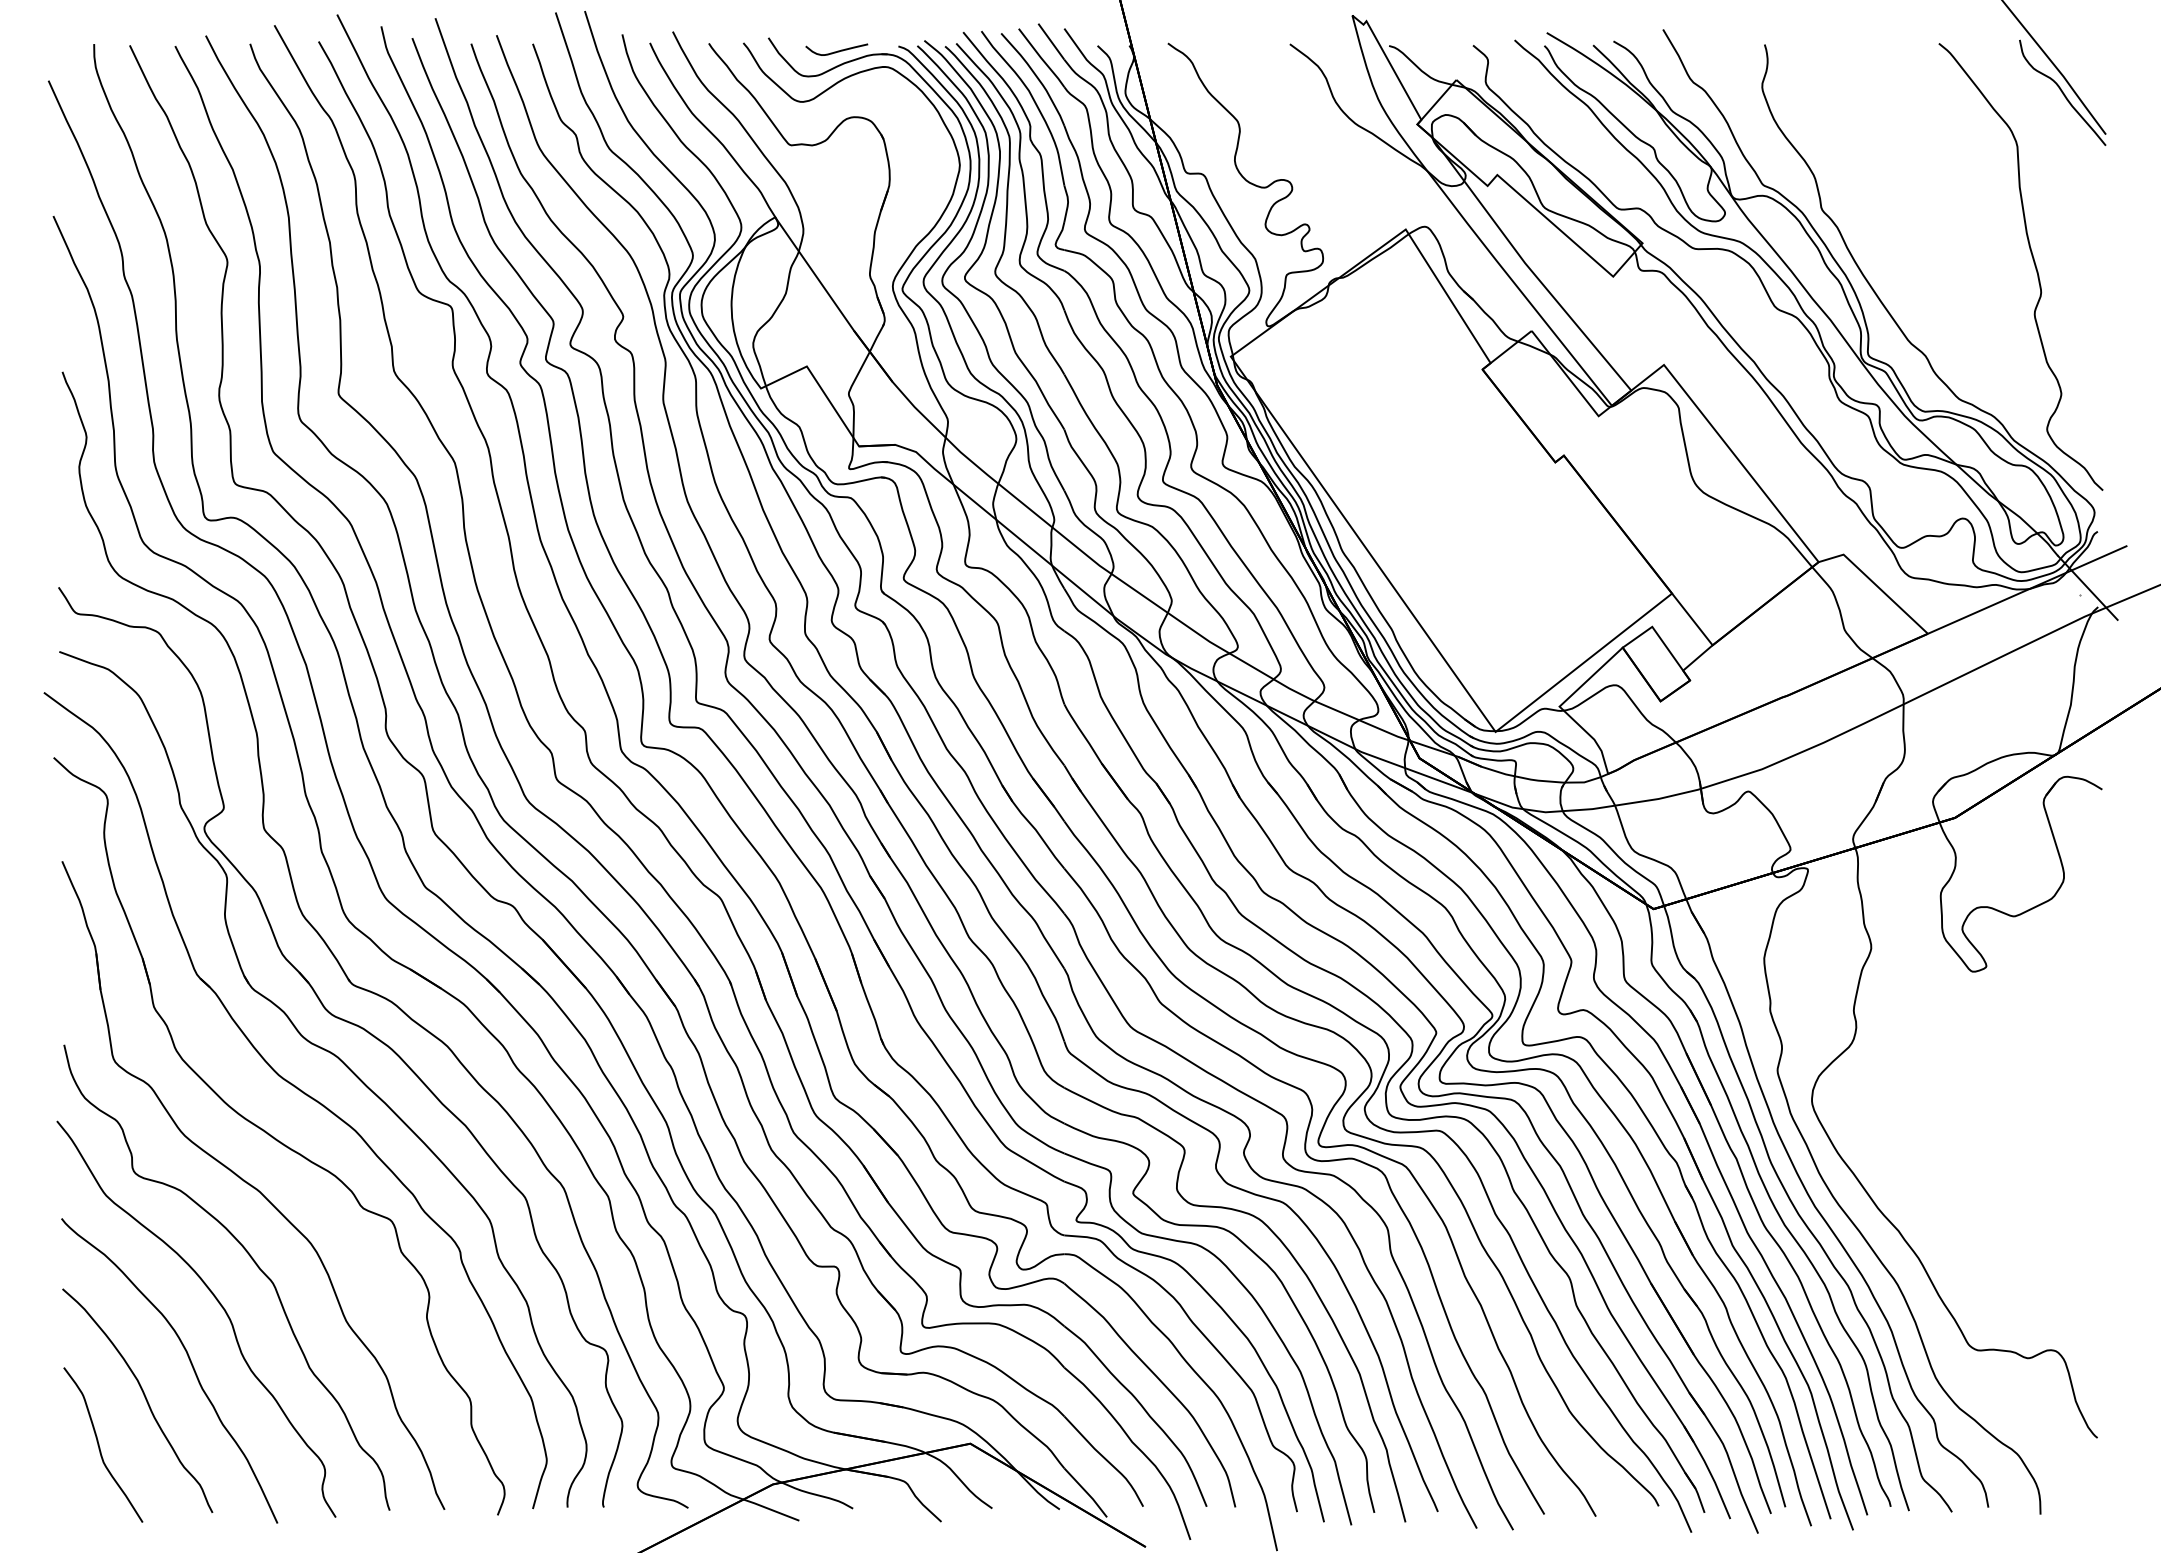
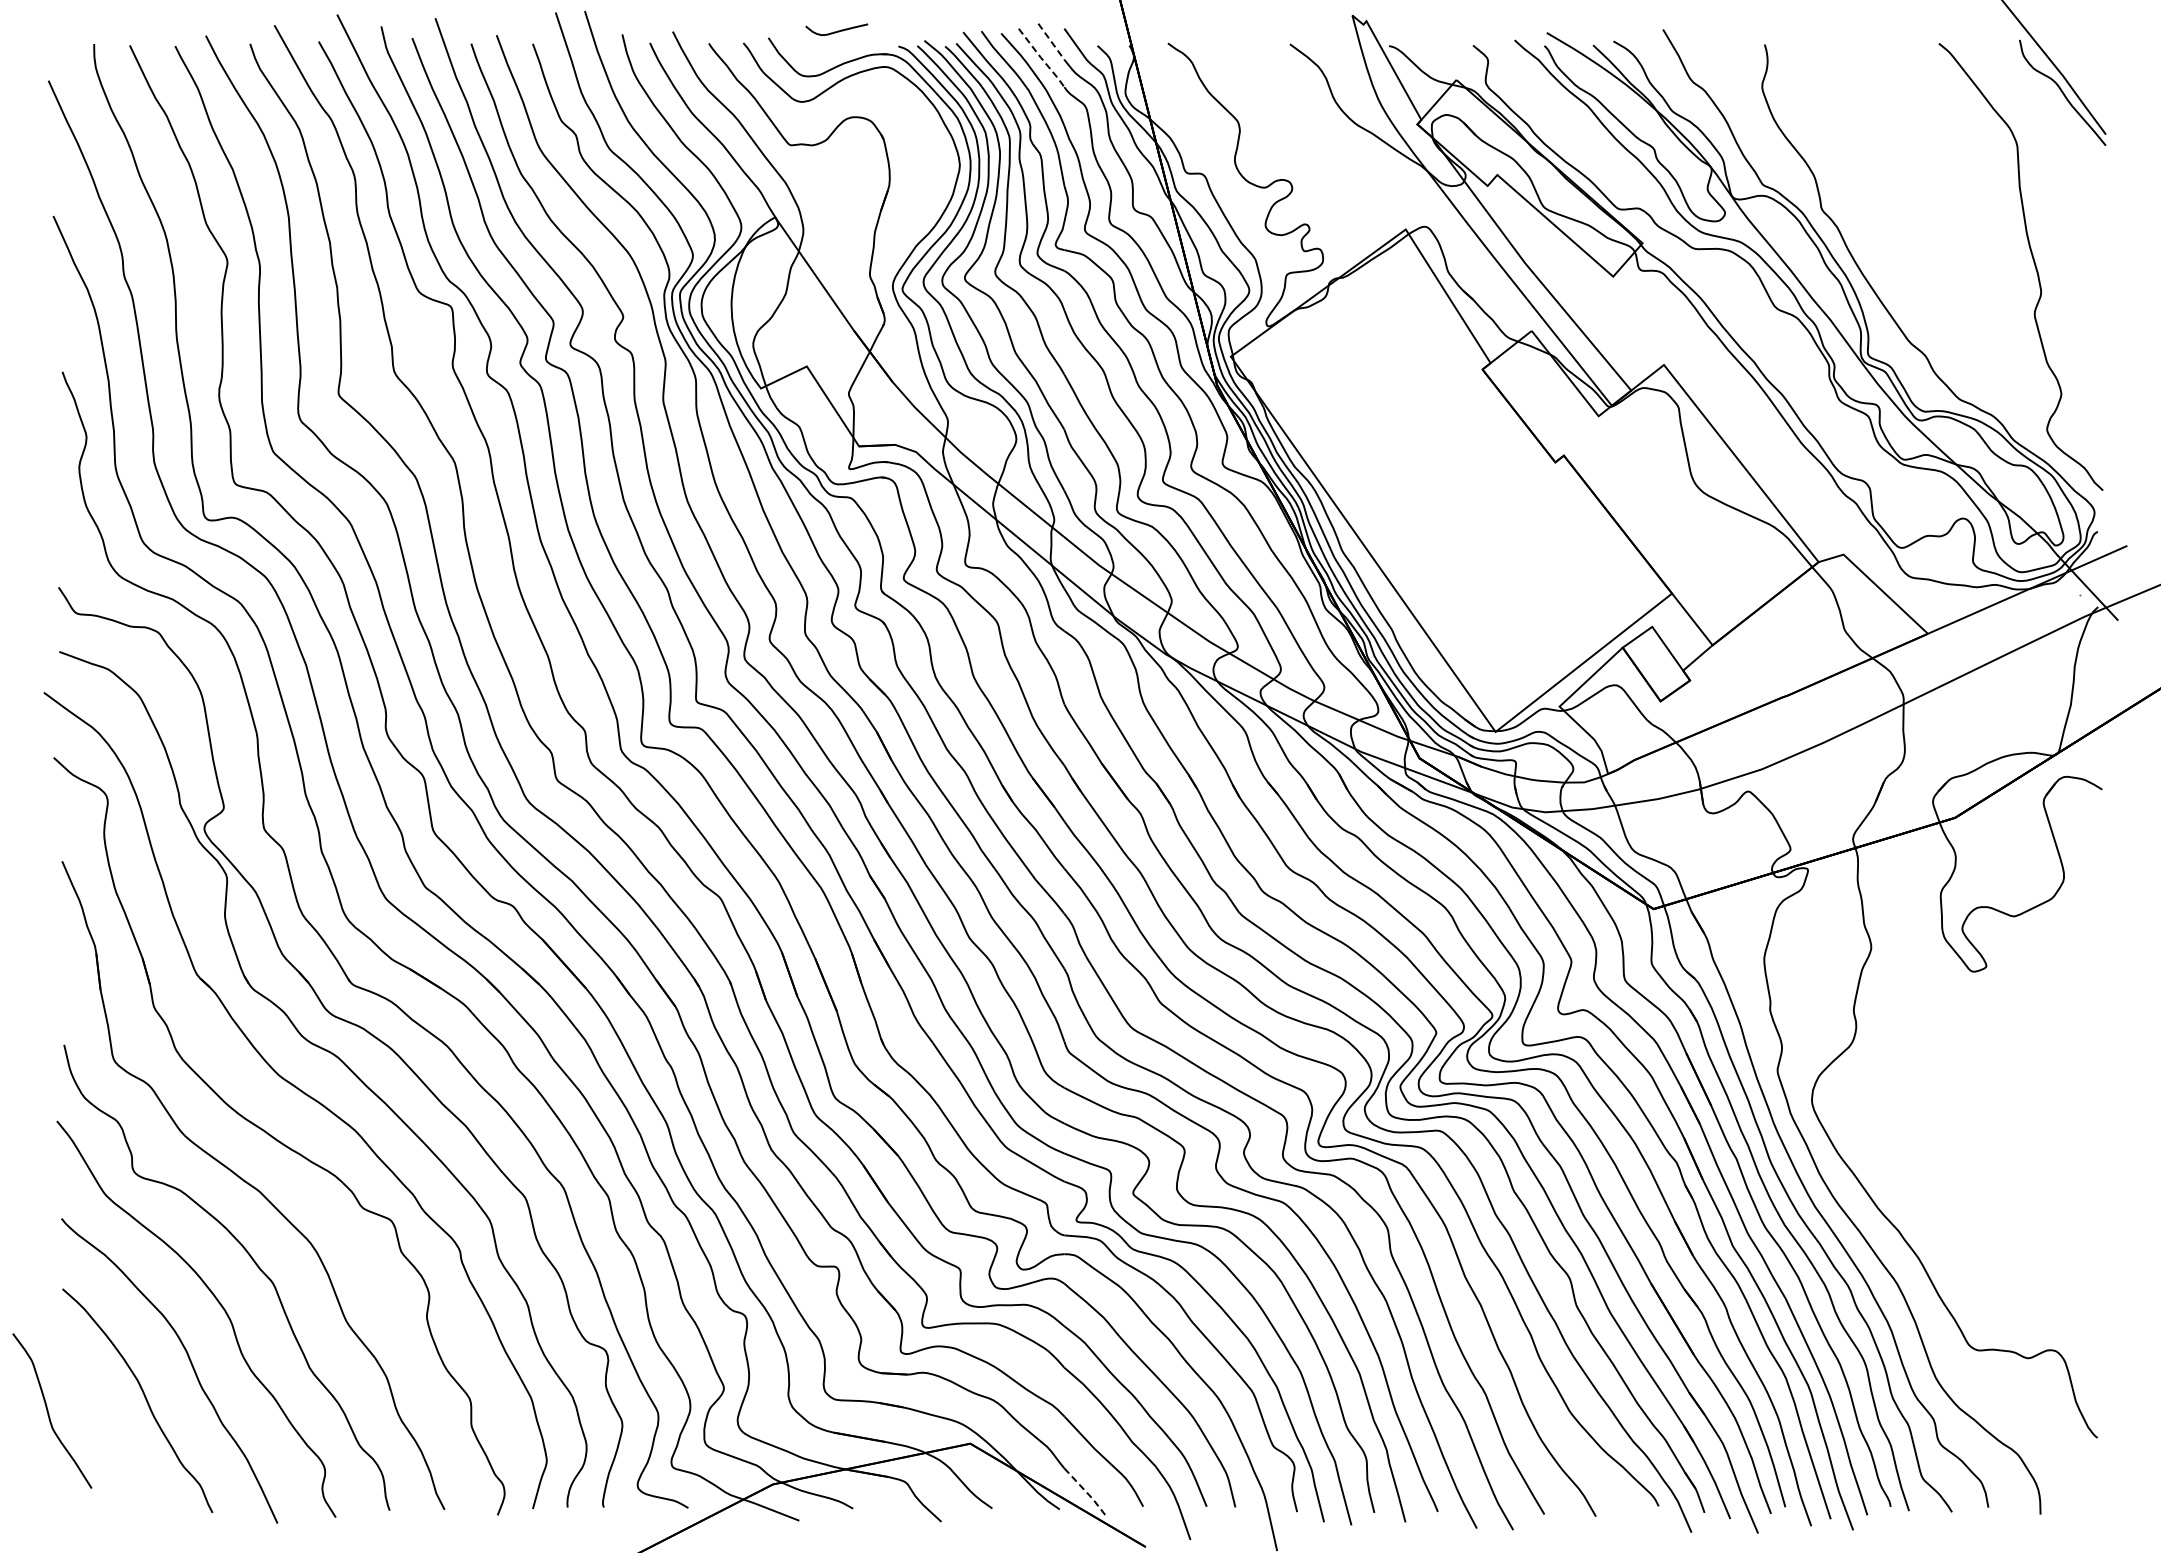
line at (1051, 42): solid -> dashed
curve at (837, 50) position: (837, 50) -> (837, 30)
line at (1041, 58): solid -> dashed
curve at (99, 1444) position: (99, 1444) -> (48, 1410)
line at (1087, 1492): solid -> dashed
